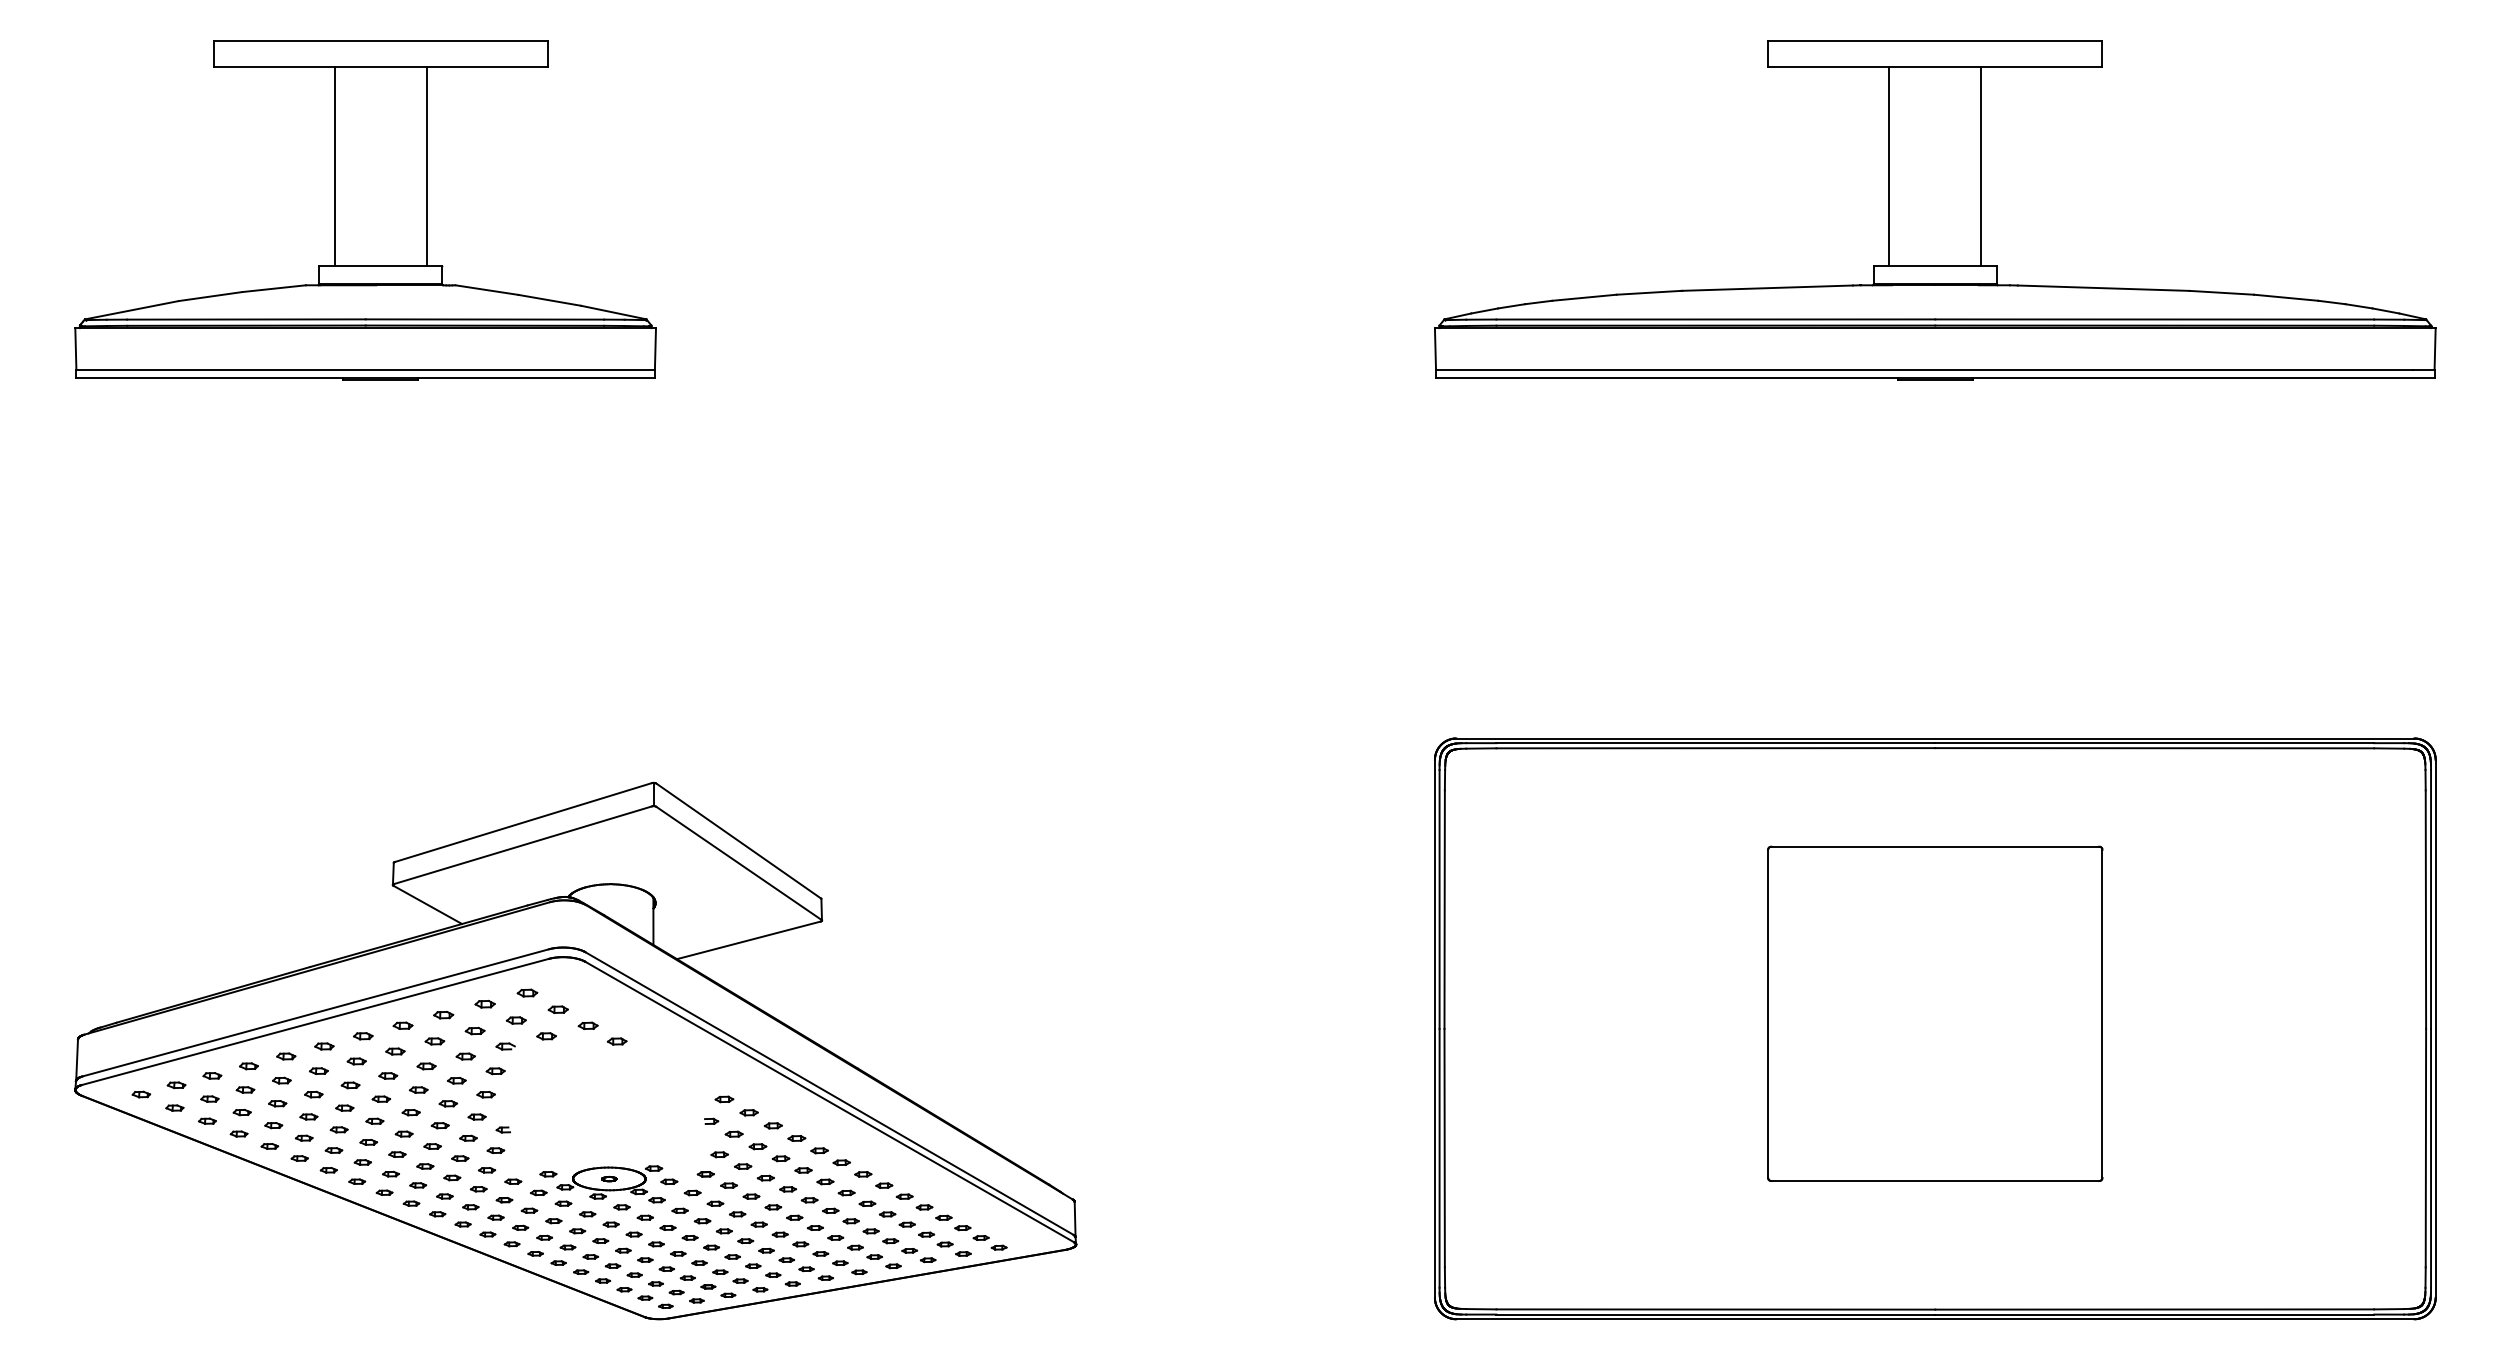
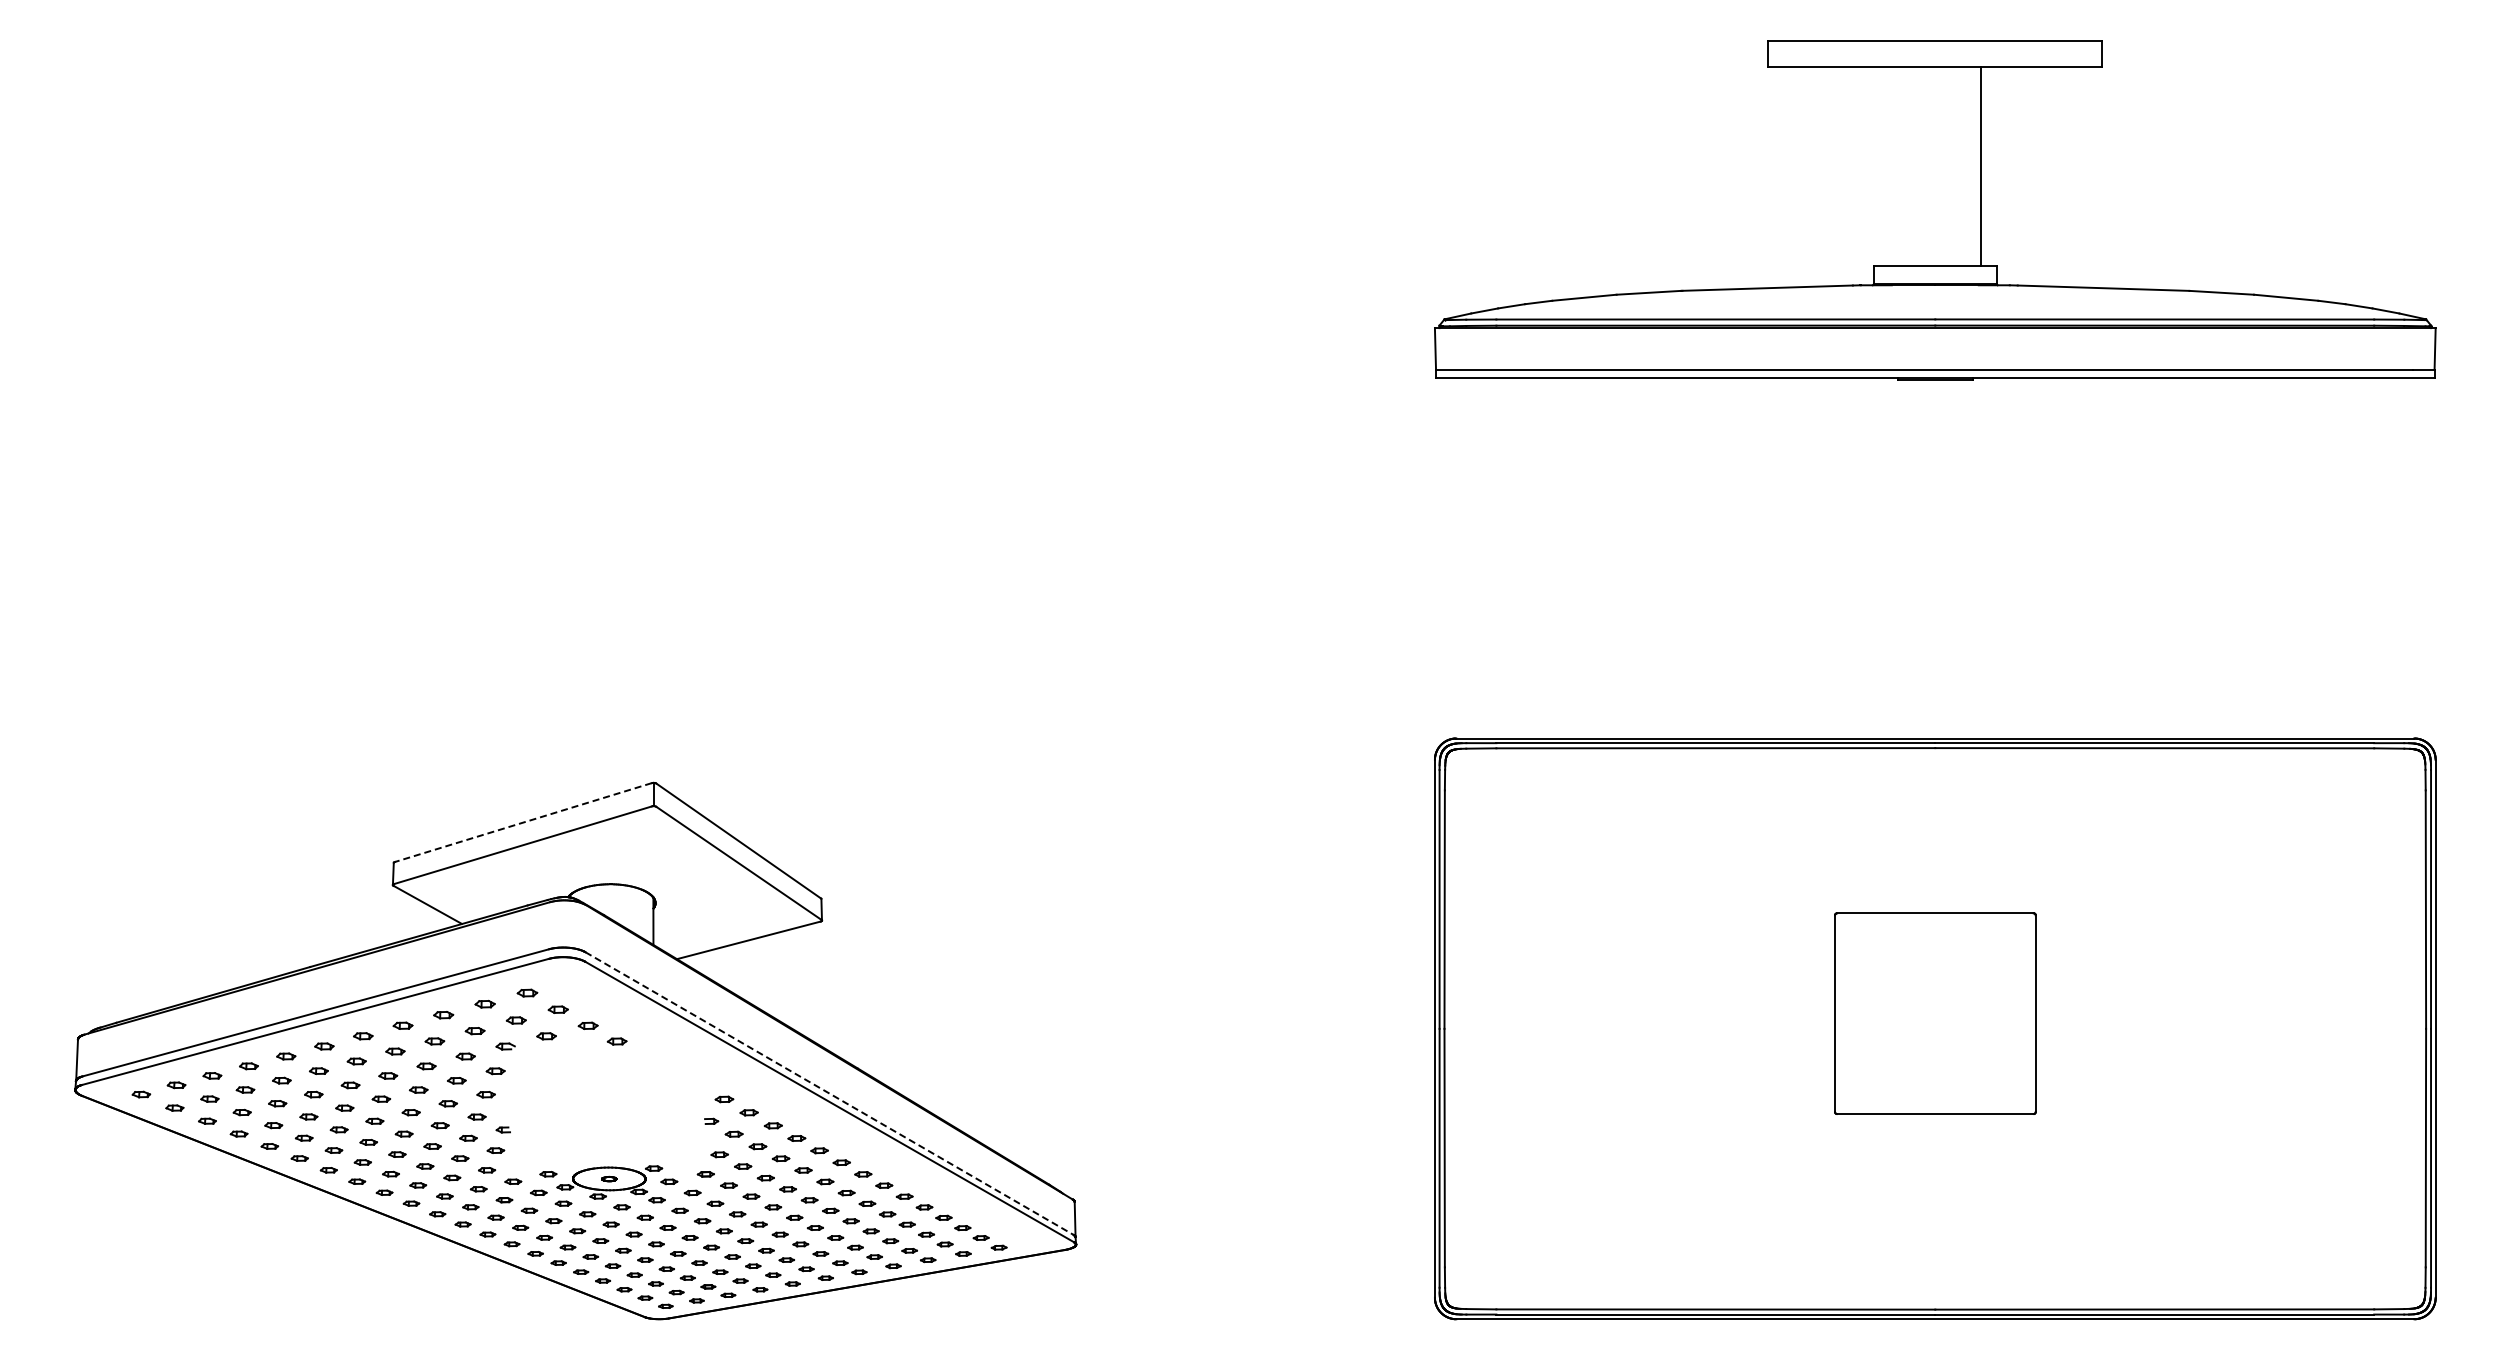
line at (1889, 166): present -> none
part at (365, 210): present -> none
line at (522, 822): solid -> dashed
part at (1935, 1013) size: 337x337 px -> 203x203 px
line at (830, 1093): solid -> dashed
